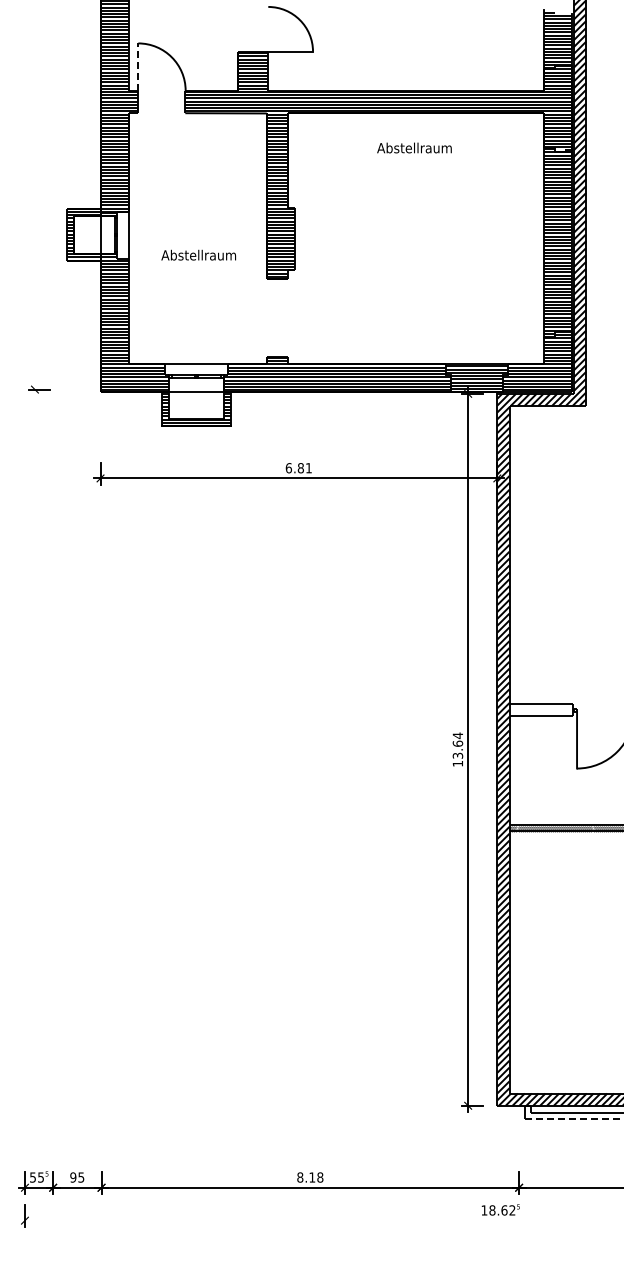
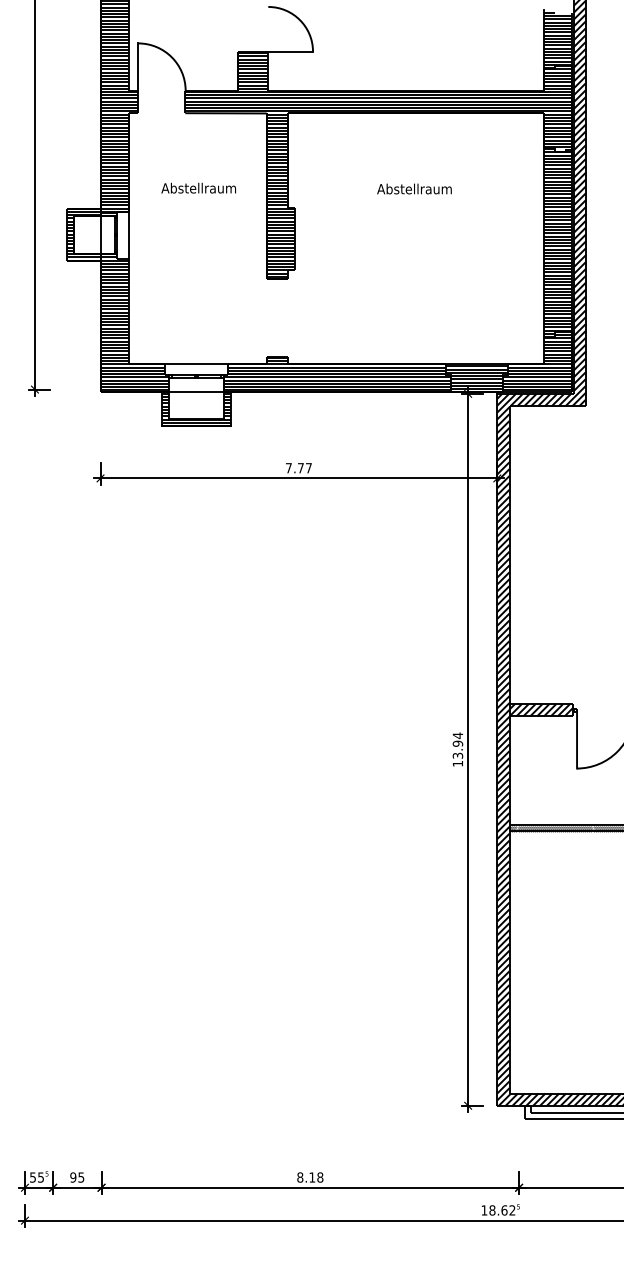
line at (138, 67): dashed -> solid
text at (414, 147) position: (414, 147) -> (414, 188)
line at (34, 198): none -> present
text at (198, 254) position: (198, 254) -> (198, 187)
text at (298, 468): 6.81 -> 7.77
hatch at (541, 710): none -> present
text at (457, 743): 13.64 -> 13.94
line at (574, 1118): dashed -> solid
line at (319, 1220): none -> present
